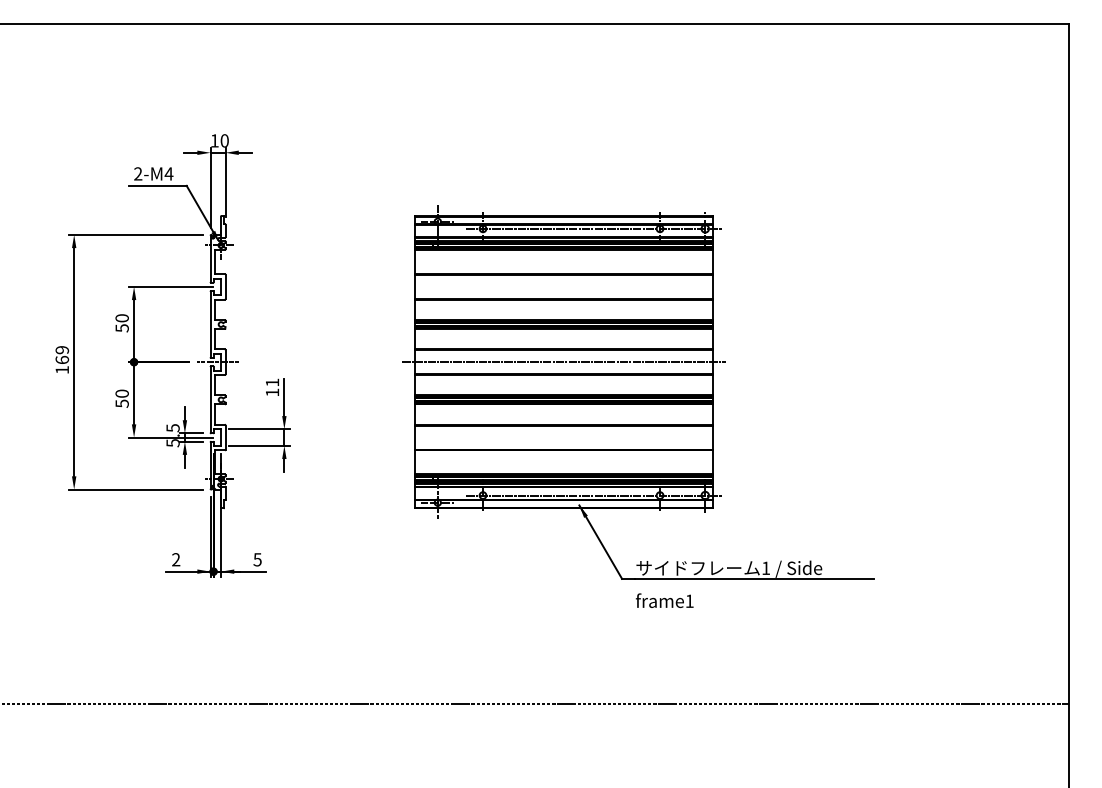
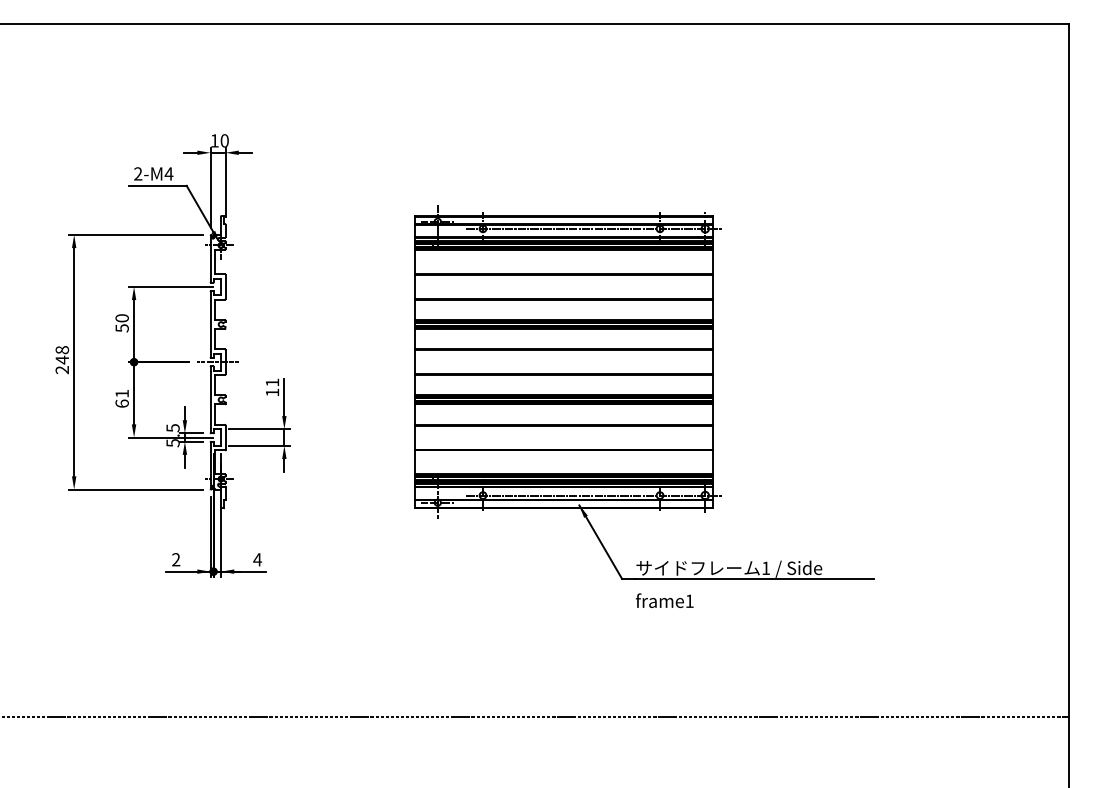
text at (62, 360): 169 -> 248
line at (563, 362): present -> none
text at (121, 398): 50 -> 61
text at (257, 559): 5 -> 4
line at (535, 703) position: (535, 703) -> (535, 716)
